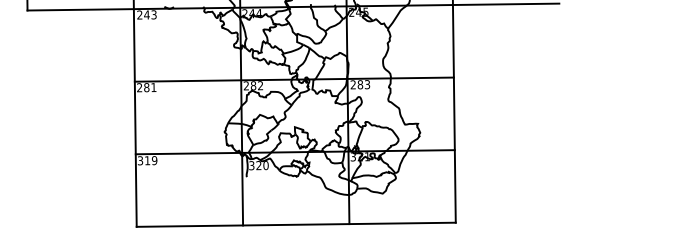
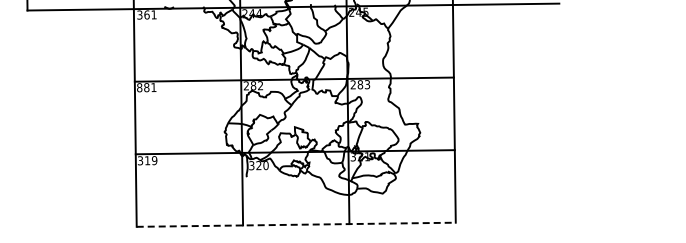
text at (146, 14): 243 -> 361
text at (139, 87): 281 -> 881
line at (296, 224): solid -> dashed
